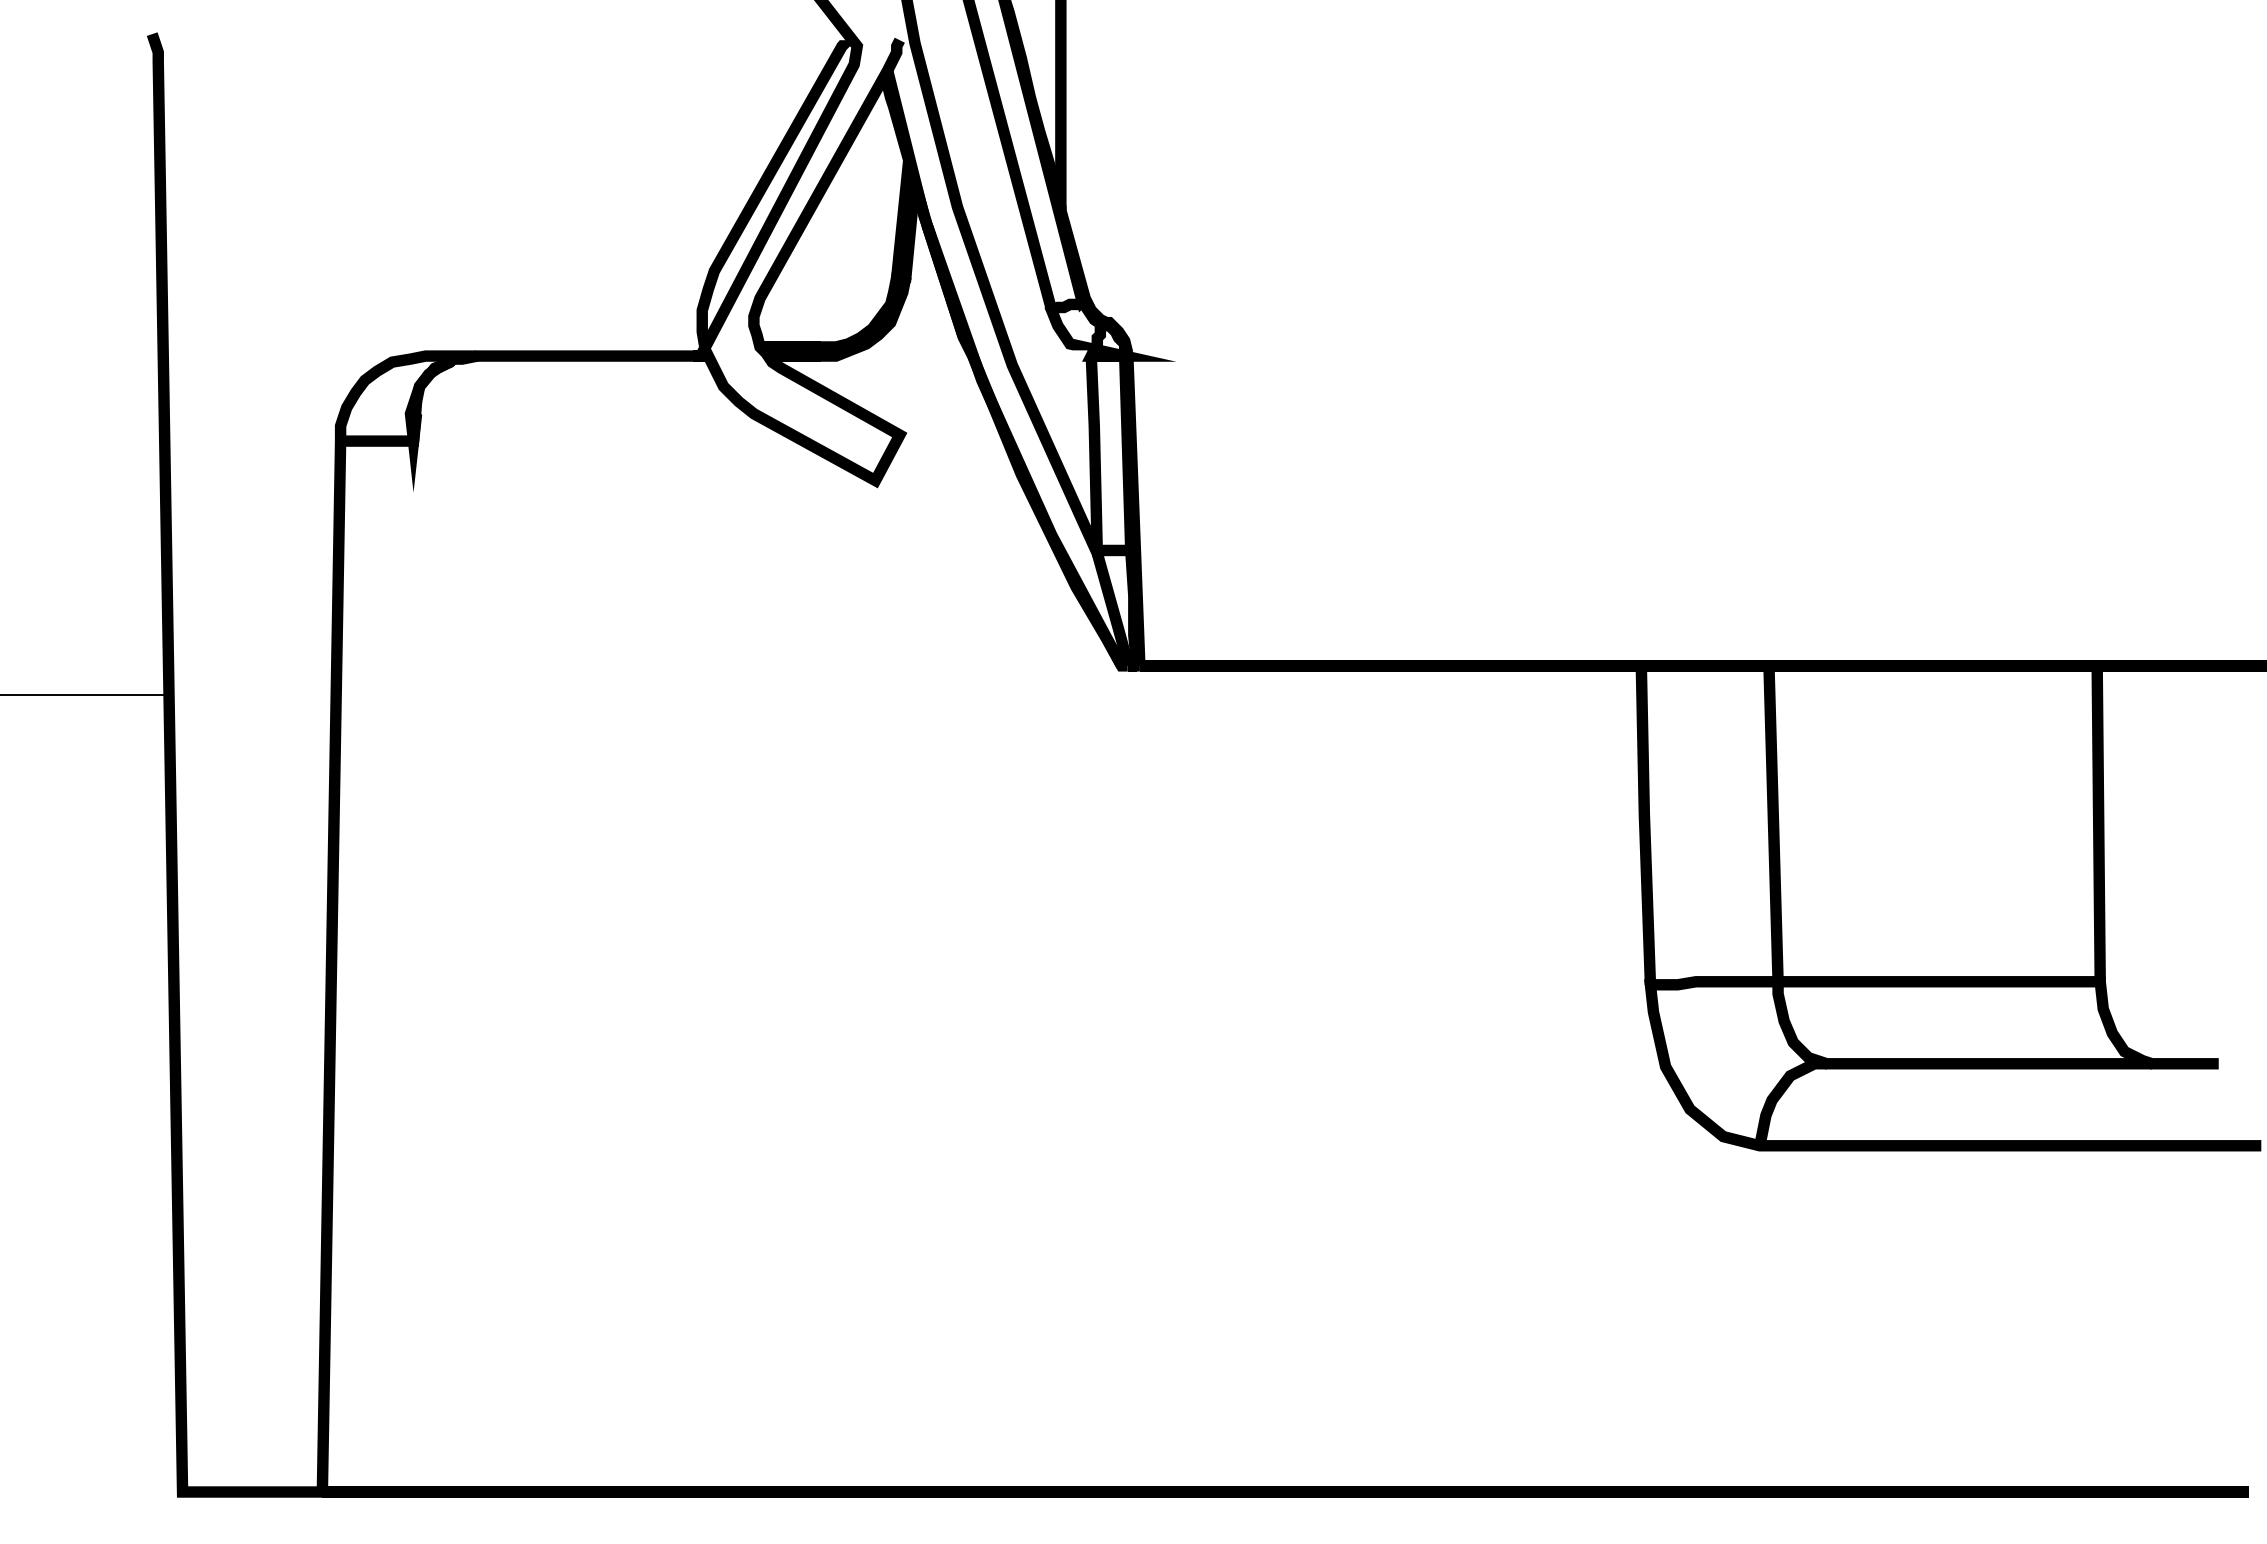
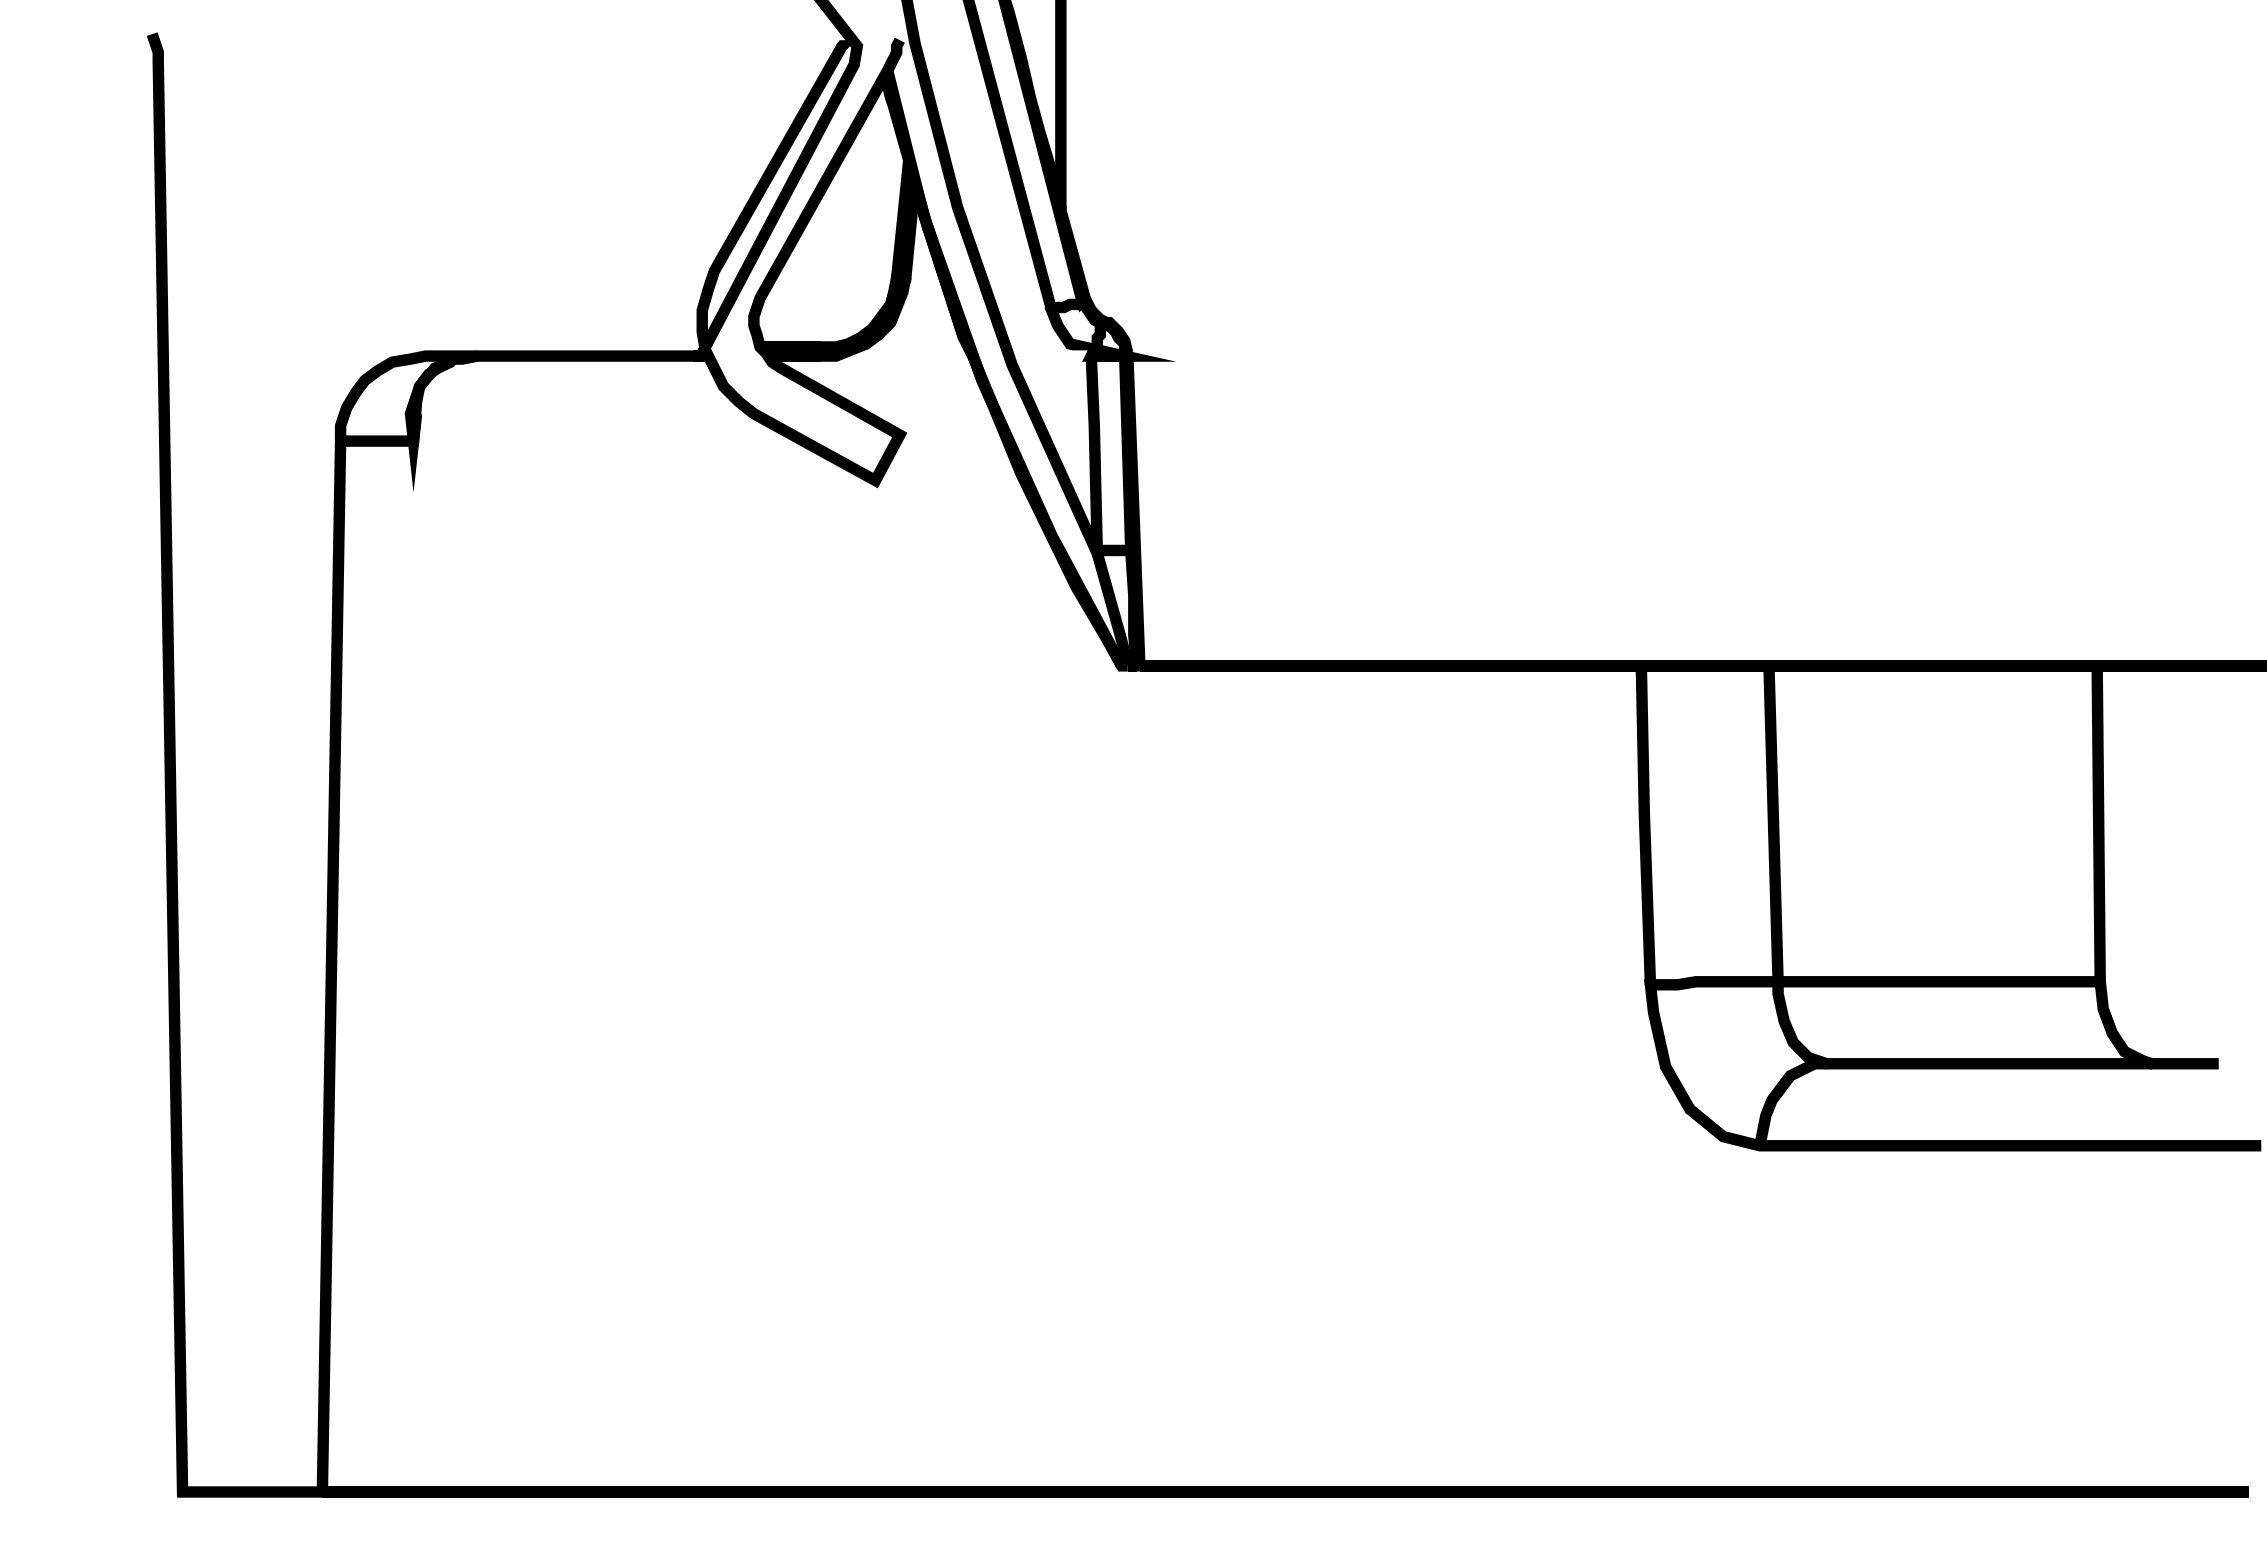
line at (85, 694): present -> none
